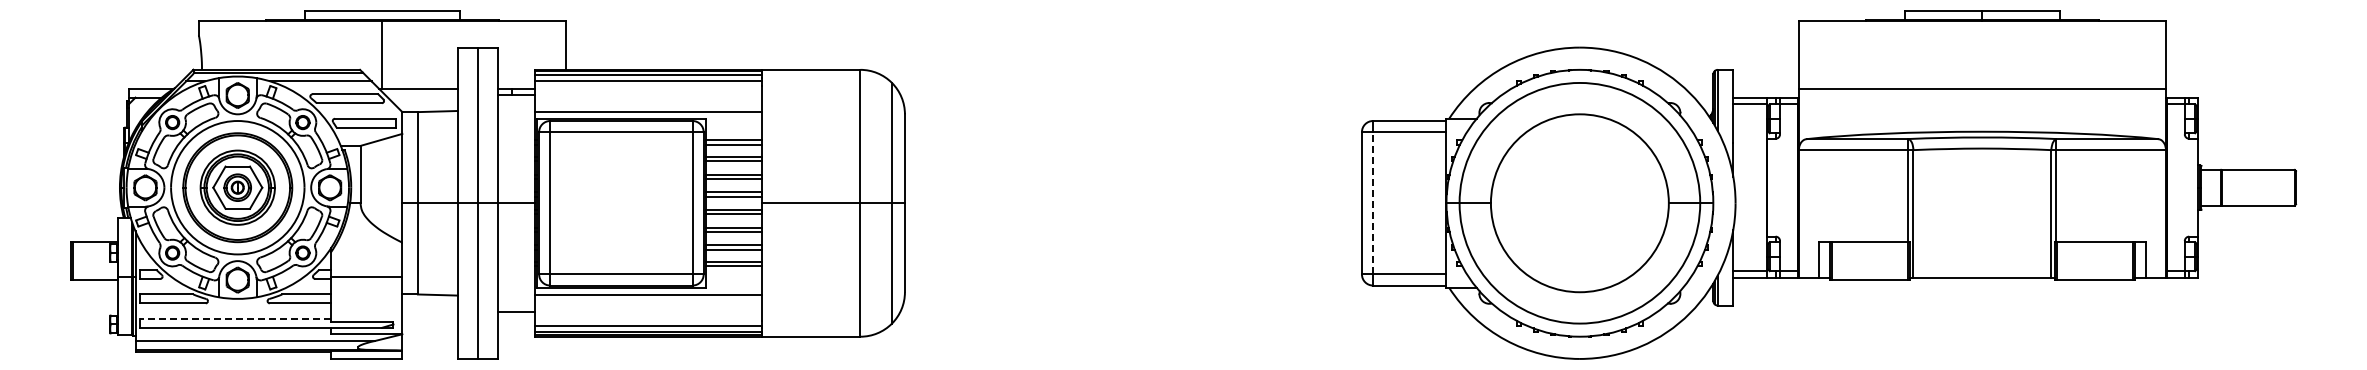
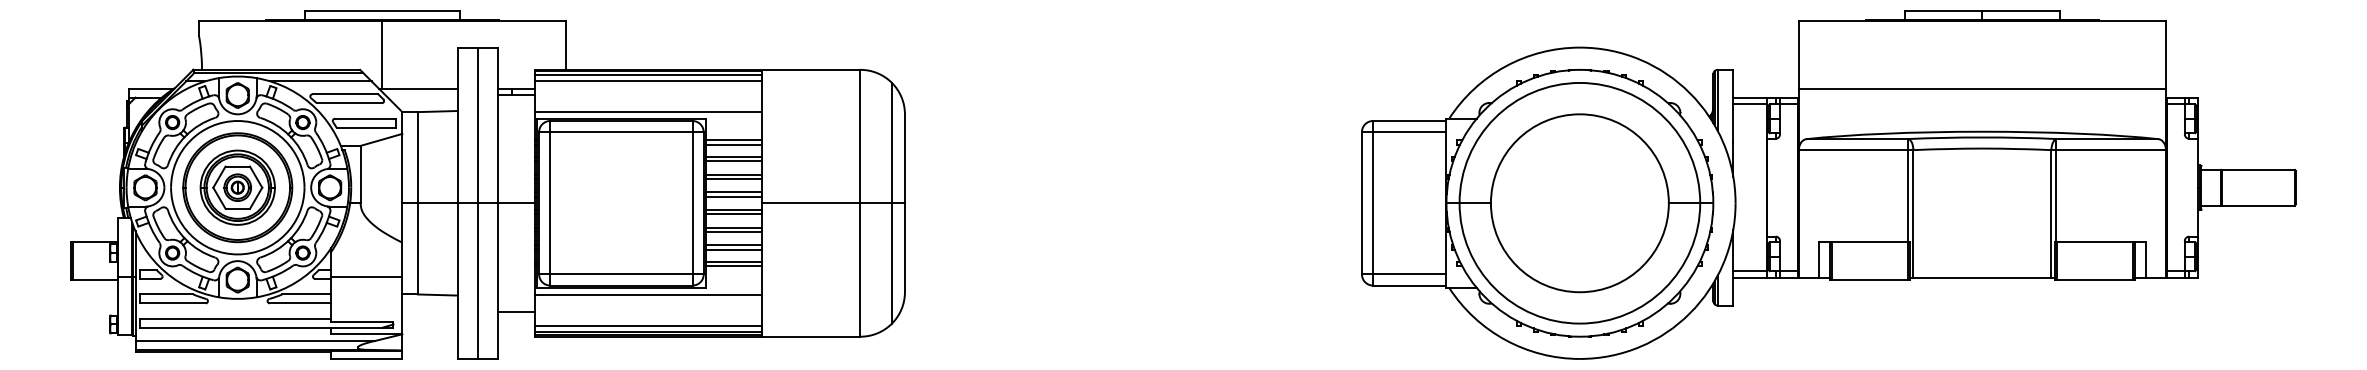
line at (1373, 202): dashed -> solid
line at (235, 318): dashed -> solid
